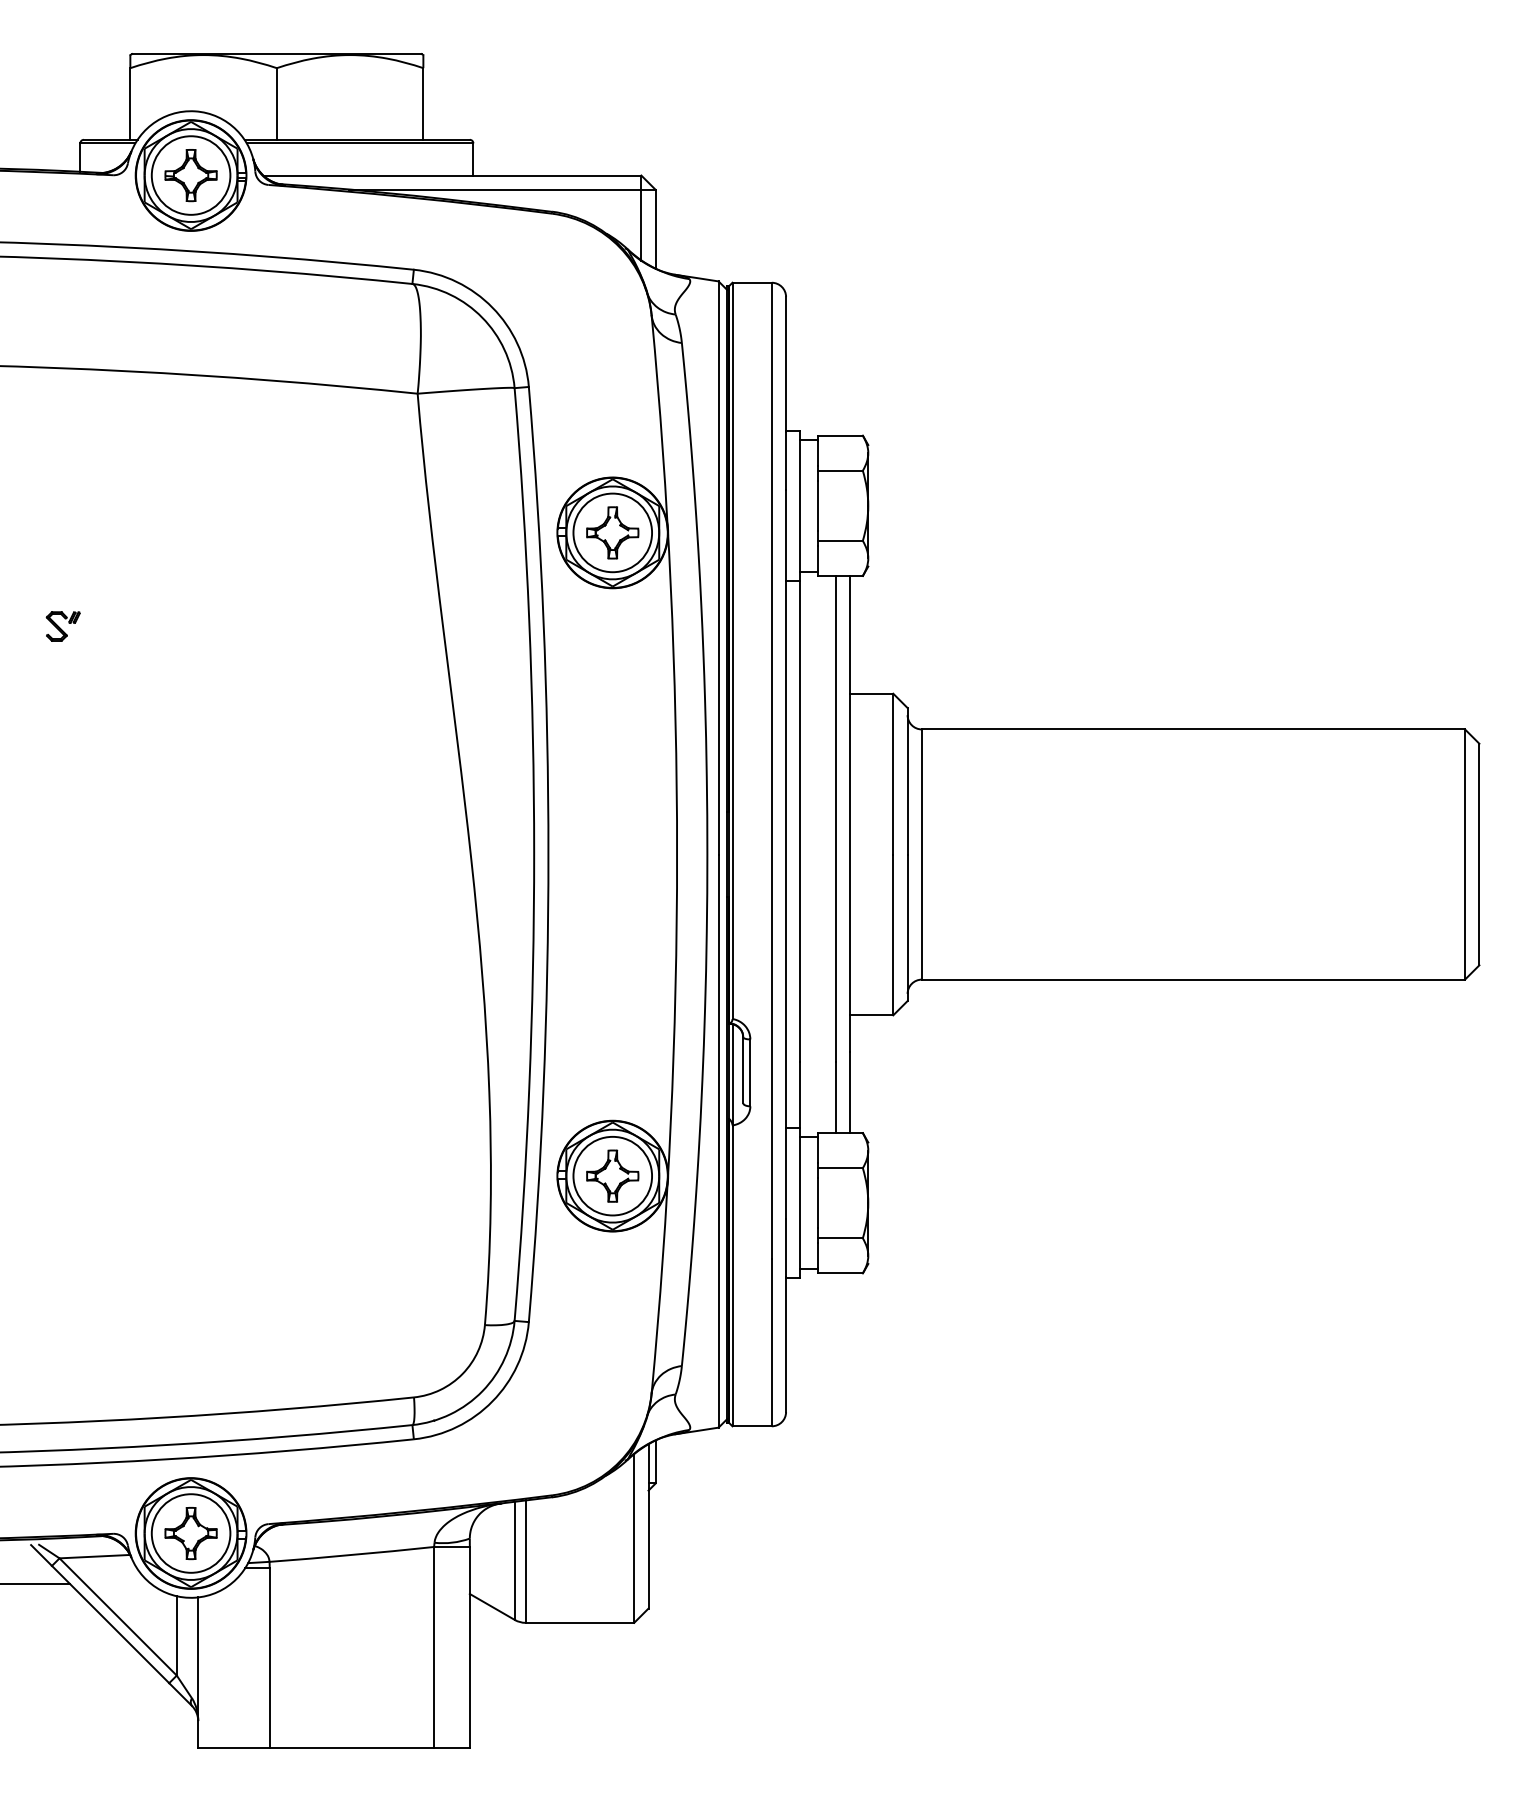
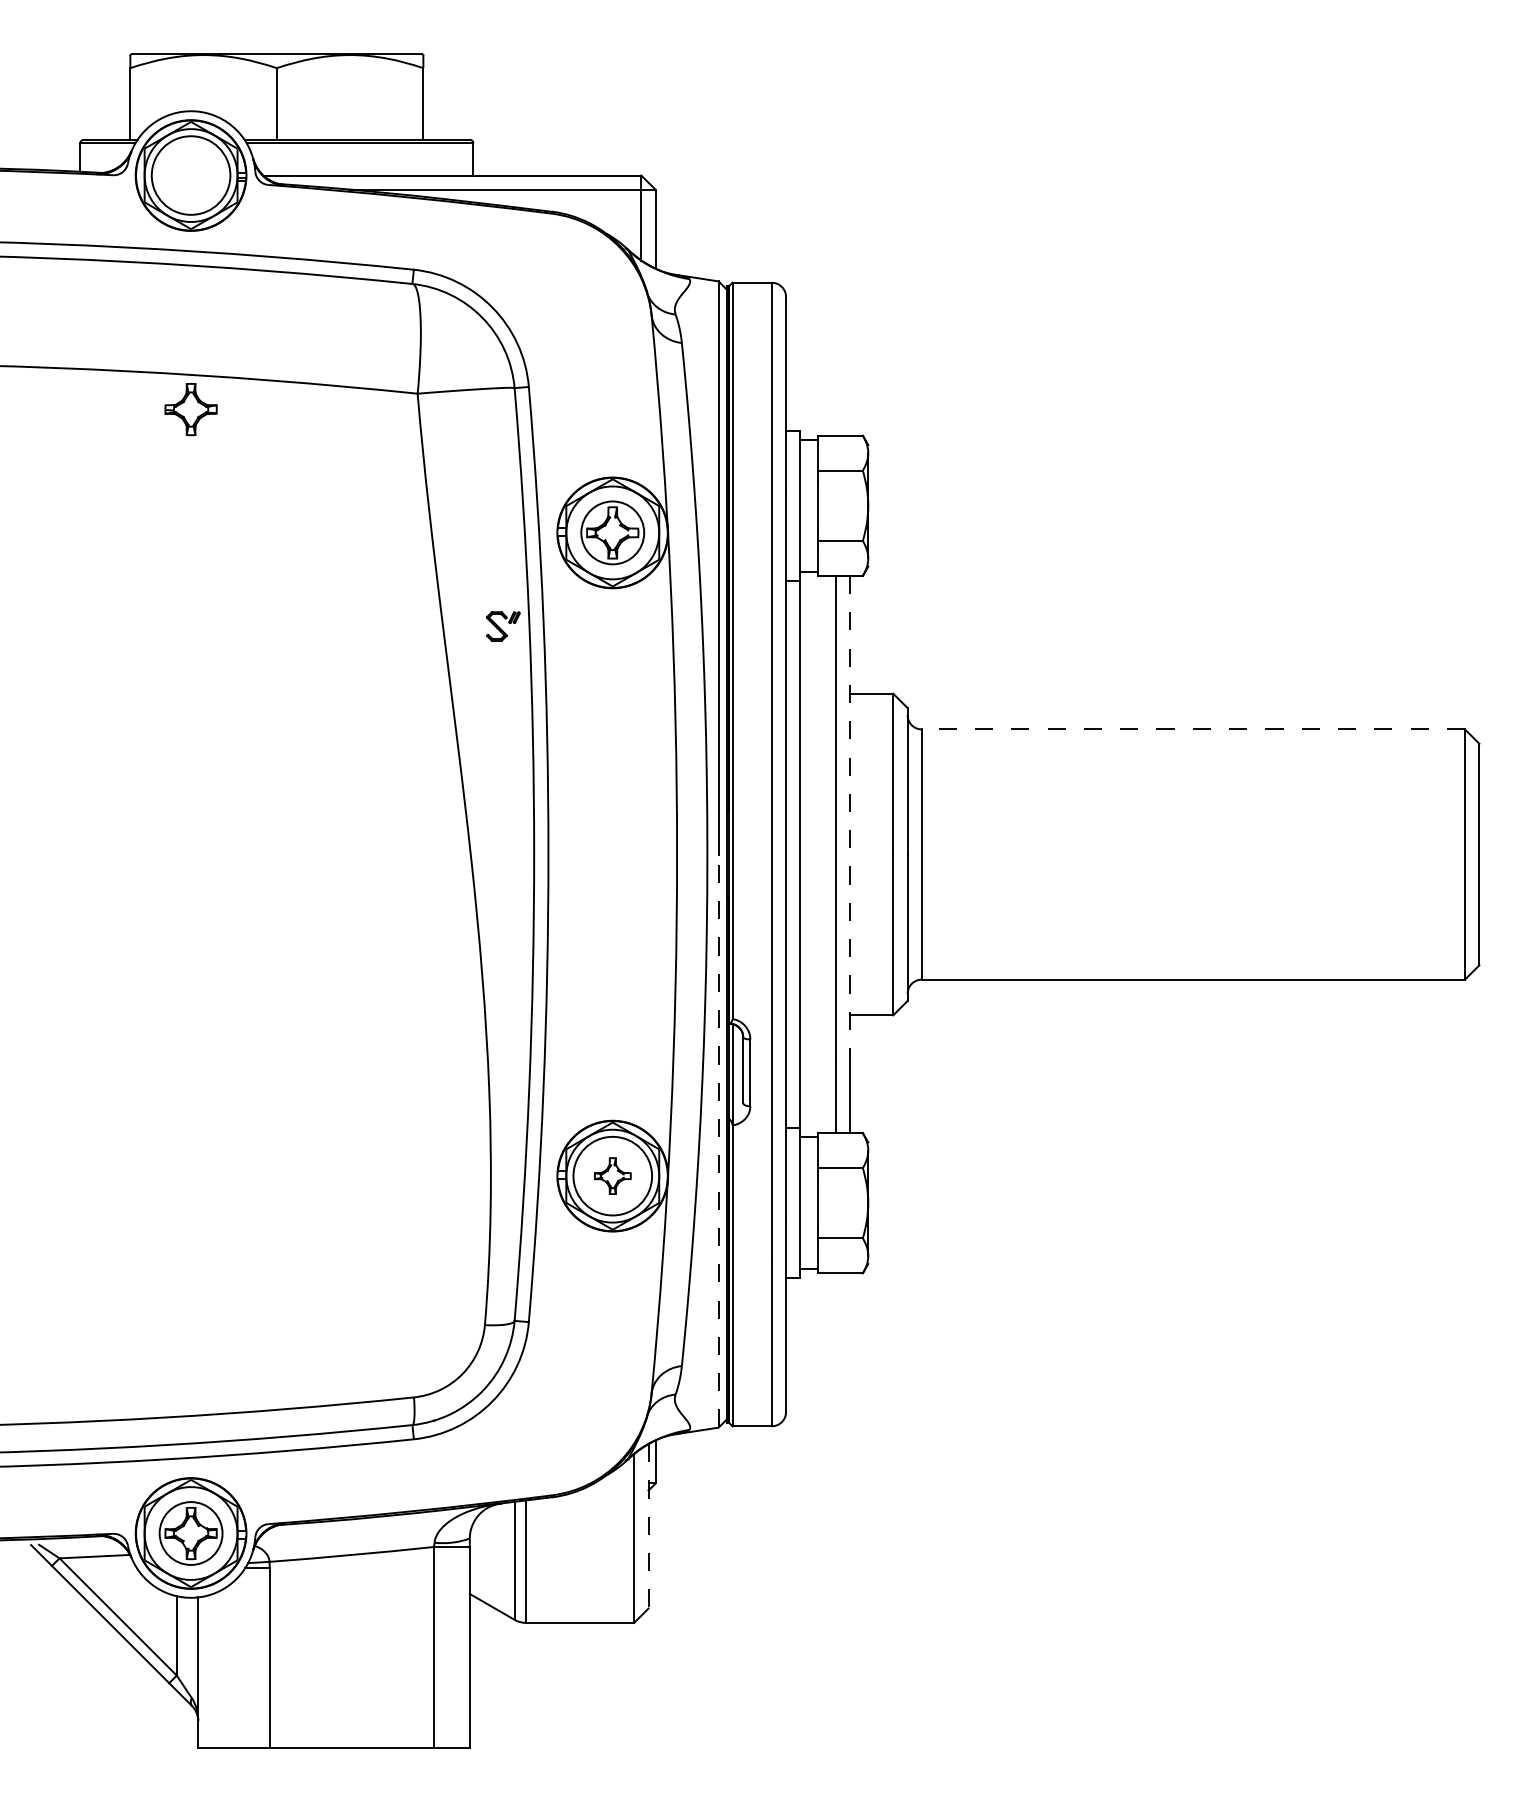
part at (190, 175) position: (190, 175) -> (190, 409)
circle at (612, 532) diameter: 79 px -> 63 px
part at (62, 626) position: (62, 626) -> (502, 626)
line at (1193, 729): solid -> dashed
line at (850, 813): solid -> dashed
line at (718, 1141): solid -> dashed
part at (612, 1175) size: 54x54 px -> 38x38 px
line at (648, 1526): solid -> dashed
circle at (190, 1533) diameter: 79 px -> 63 px
line at (35, 1583): present -> none
